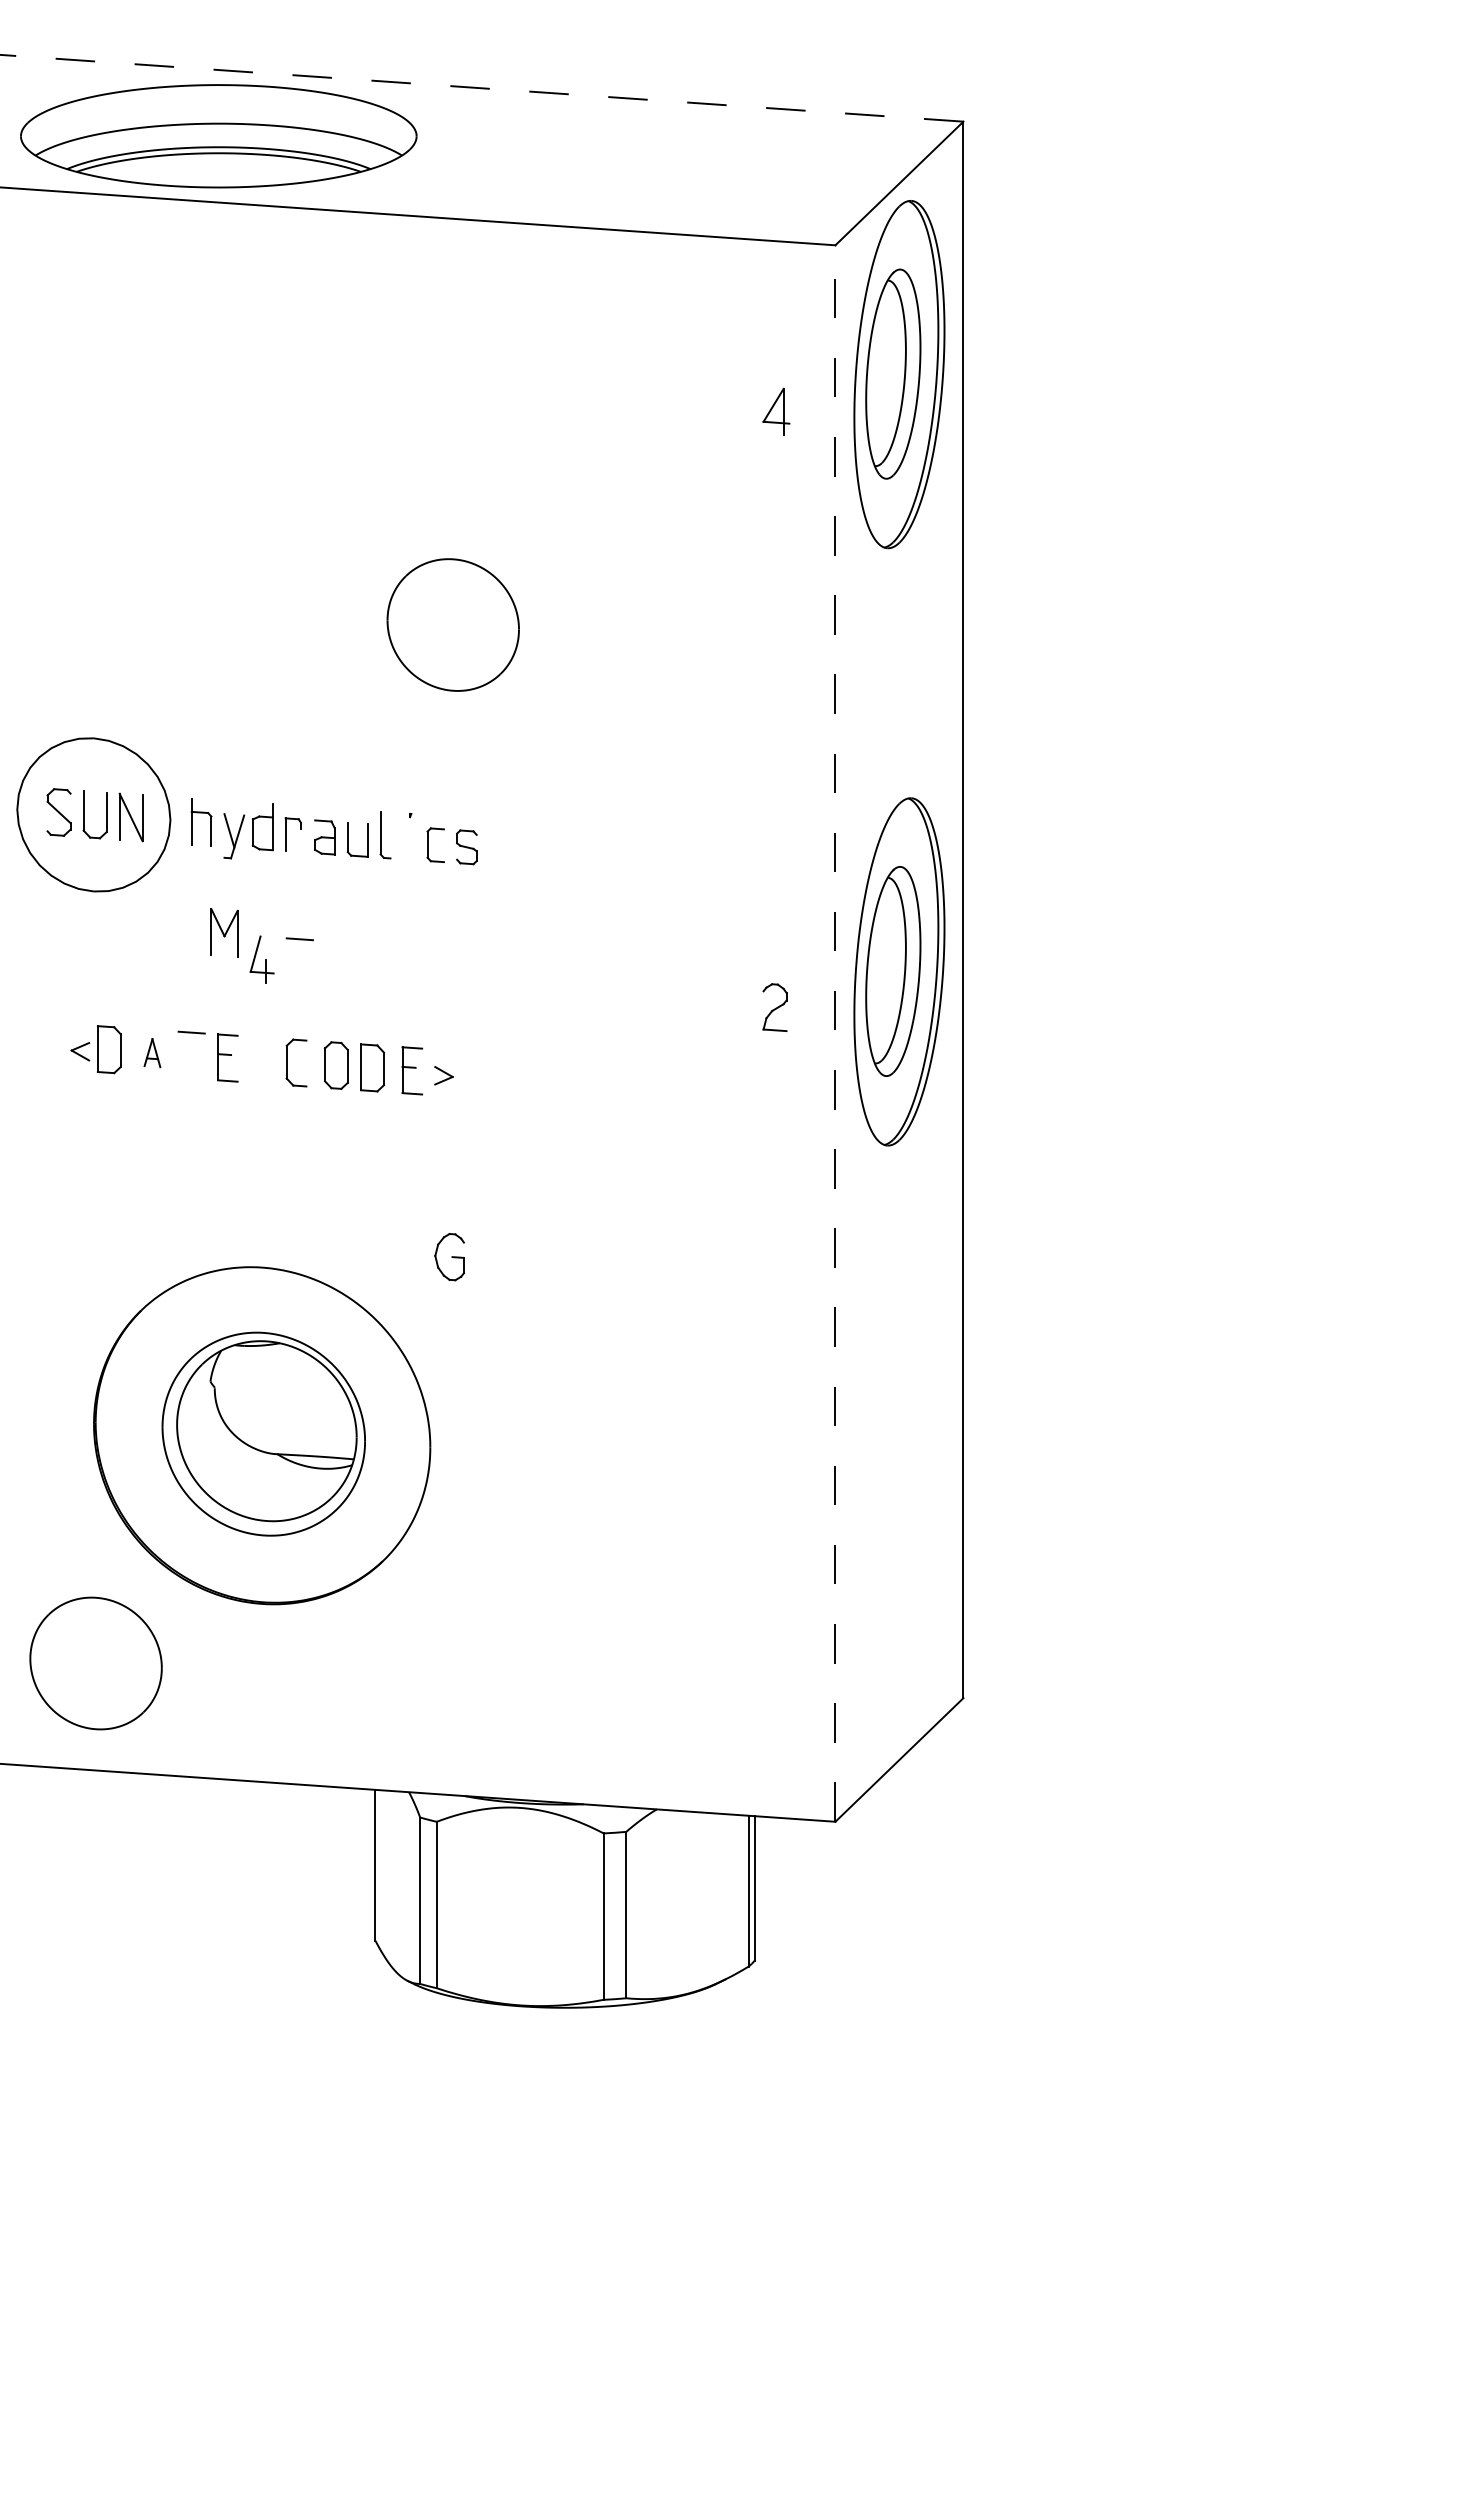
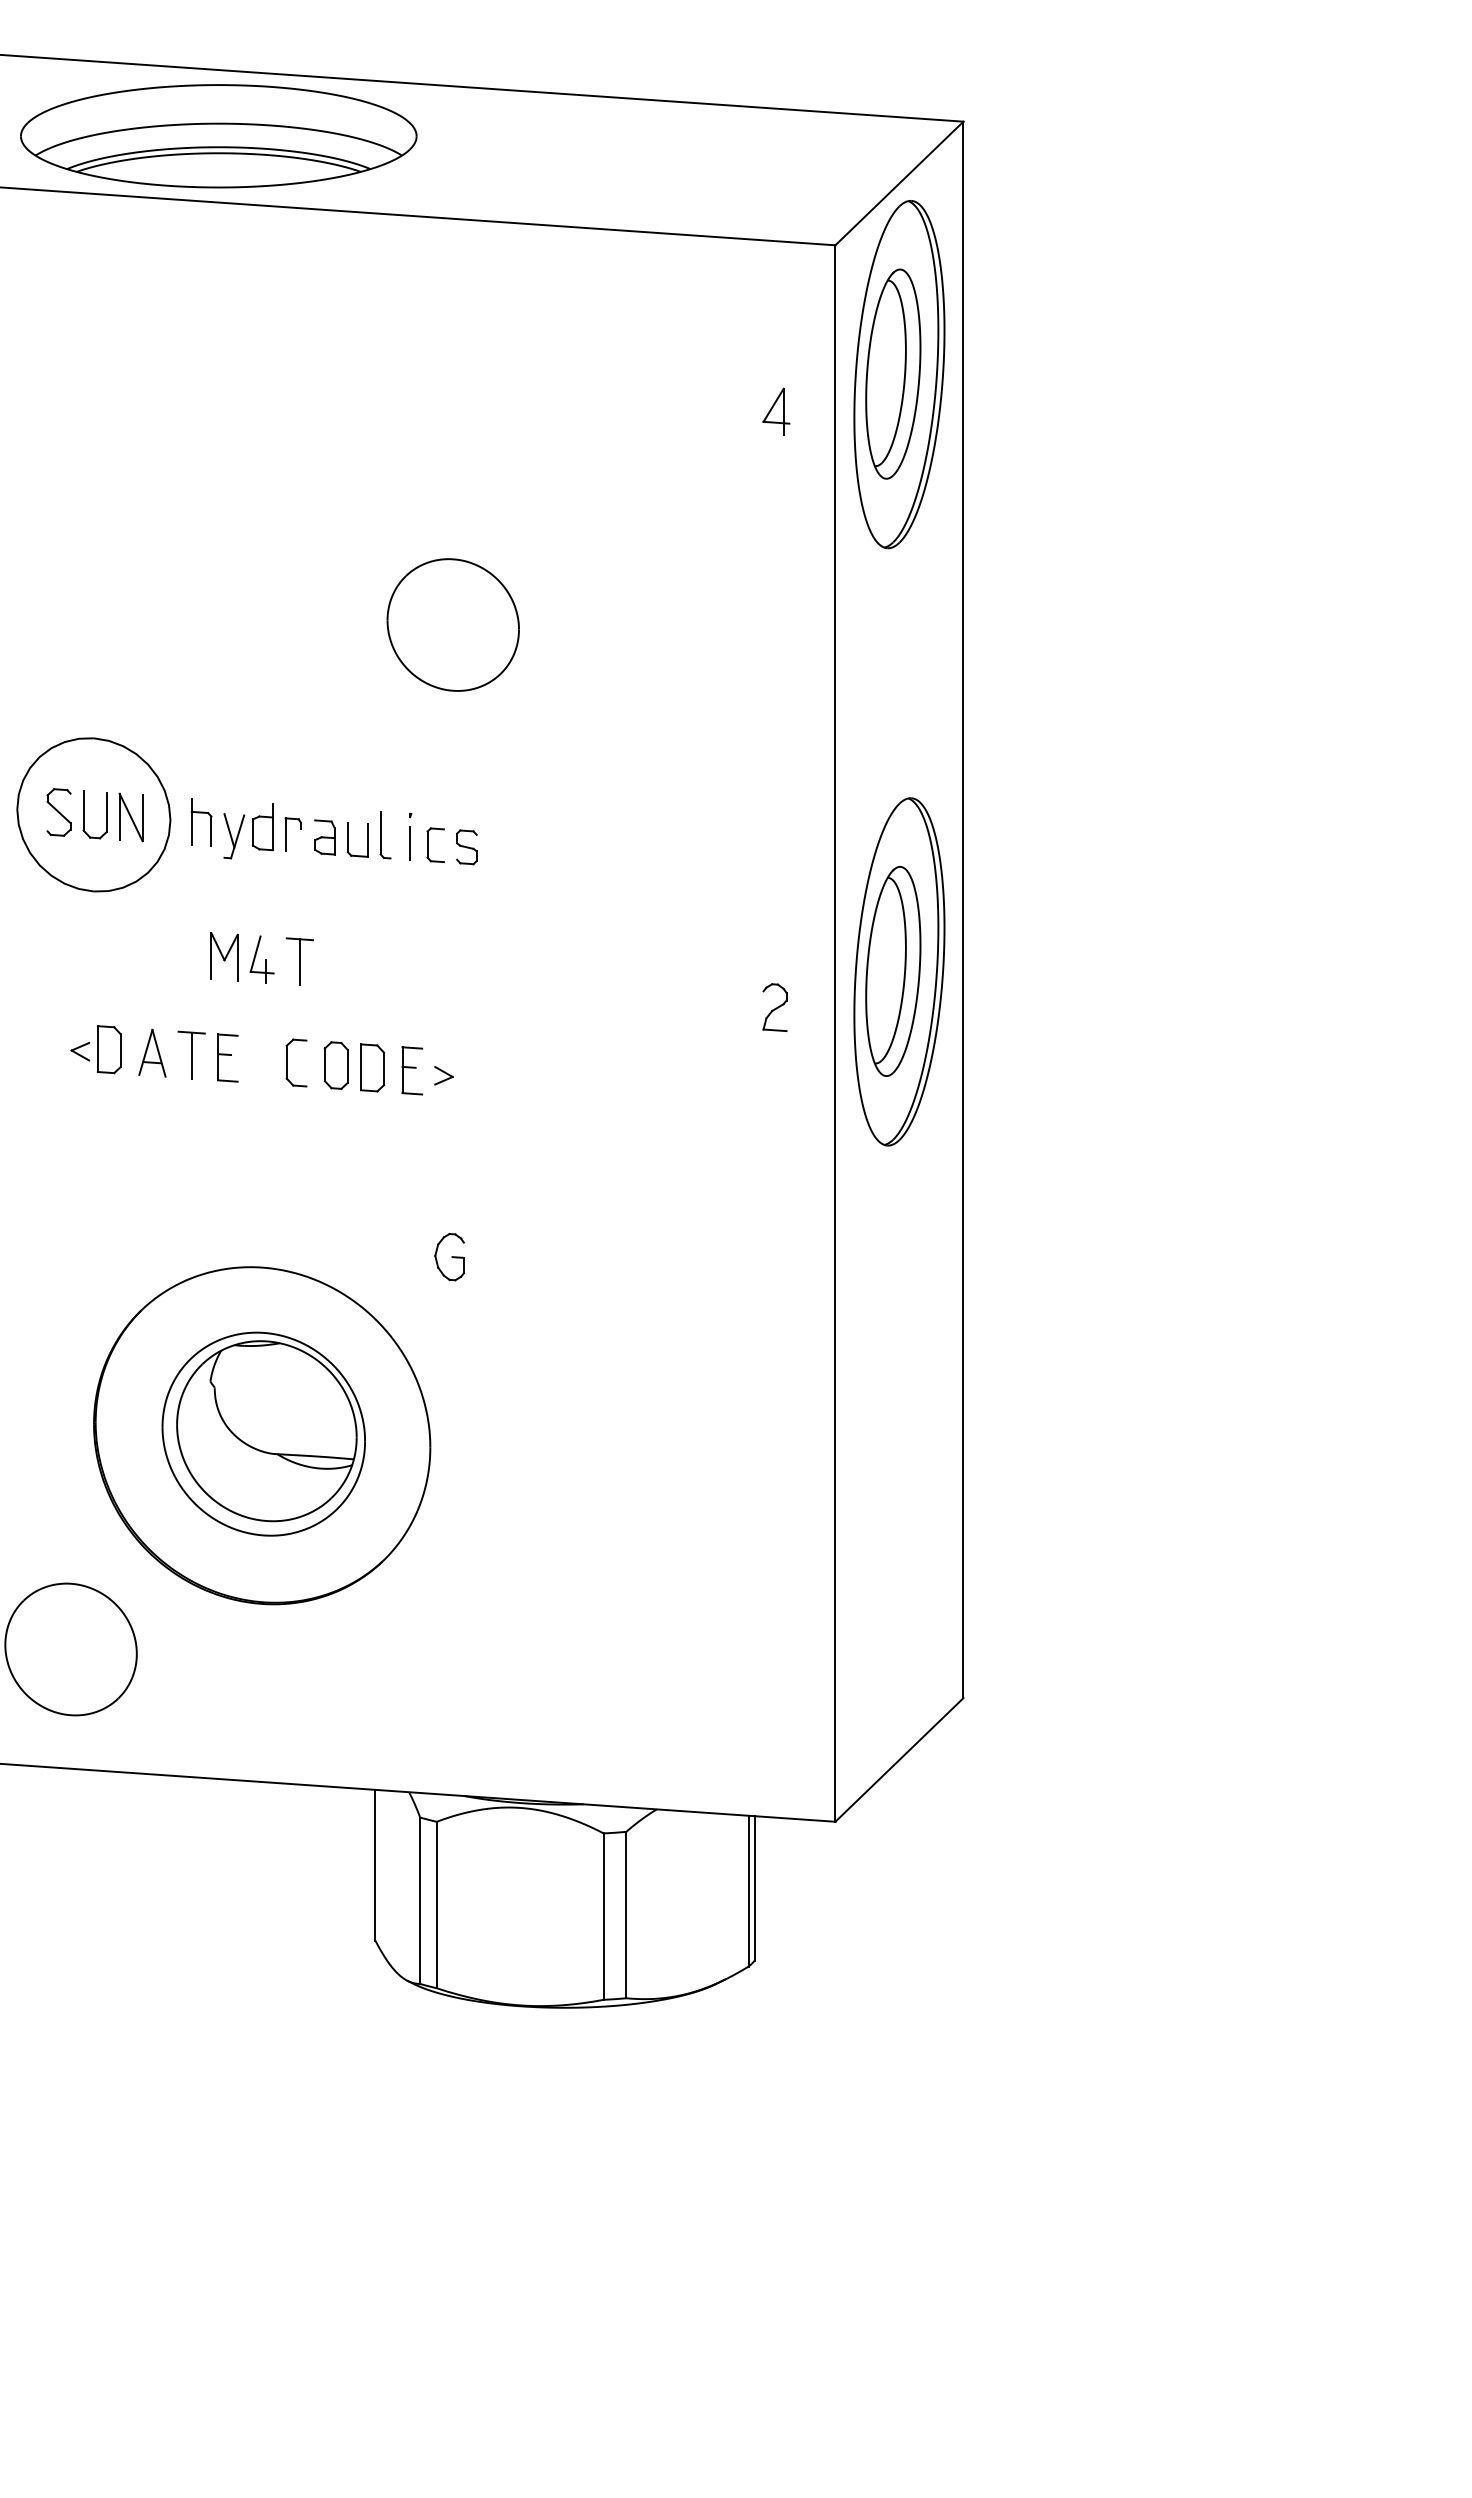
line at (481, 88): dashed -> solid
line at (410, 843): none -> present
part at (224, 932) position: (224, 932) -> (224, 956)
line at (299, 962): none -> present
line at (835, 1033): dashed -> solid
part at (152, 1053) size: 19x31 px -> 29x50 px
line at (191, 1055): none -> present
part at (95, 1663) position: (95, 1663) -> (70, 1649)
